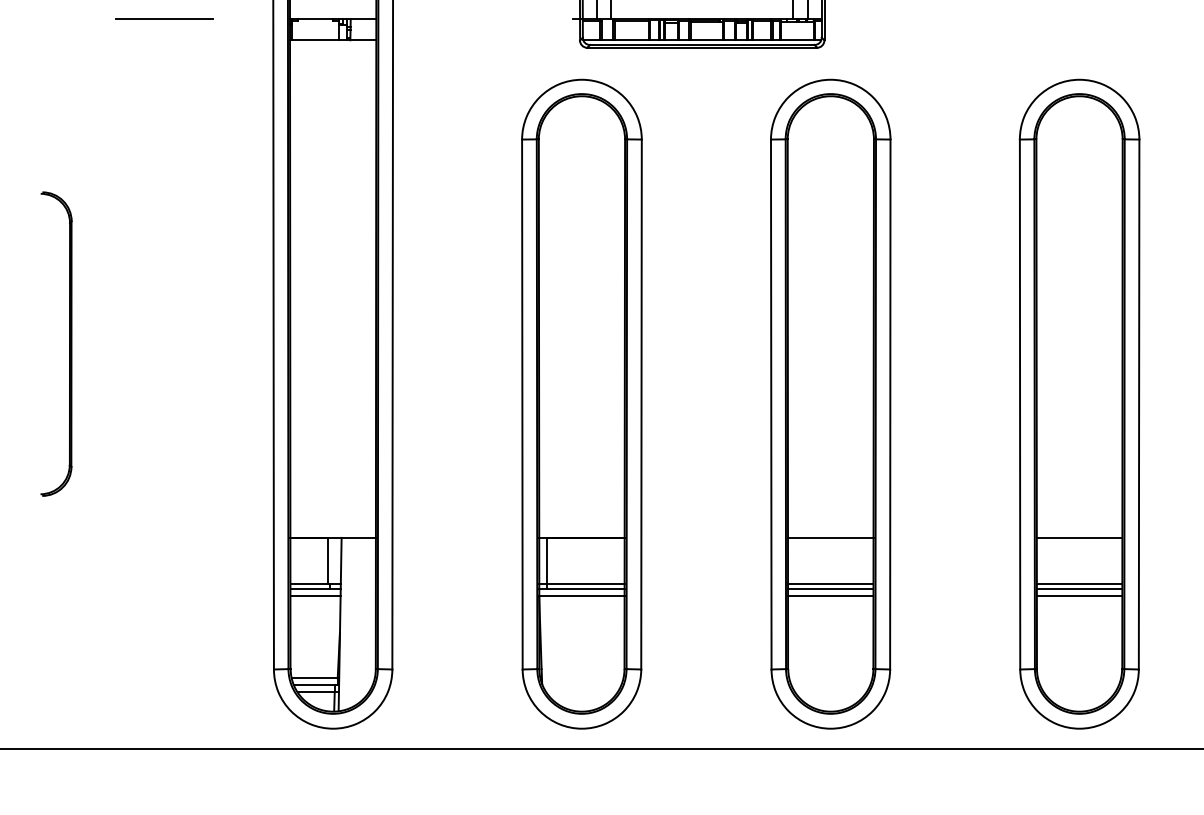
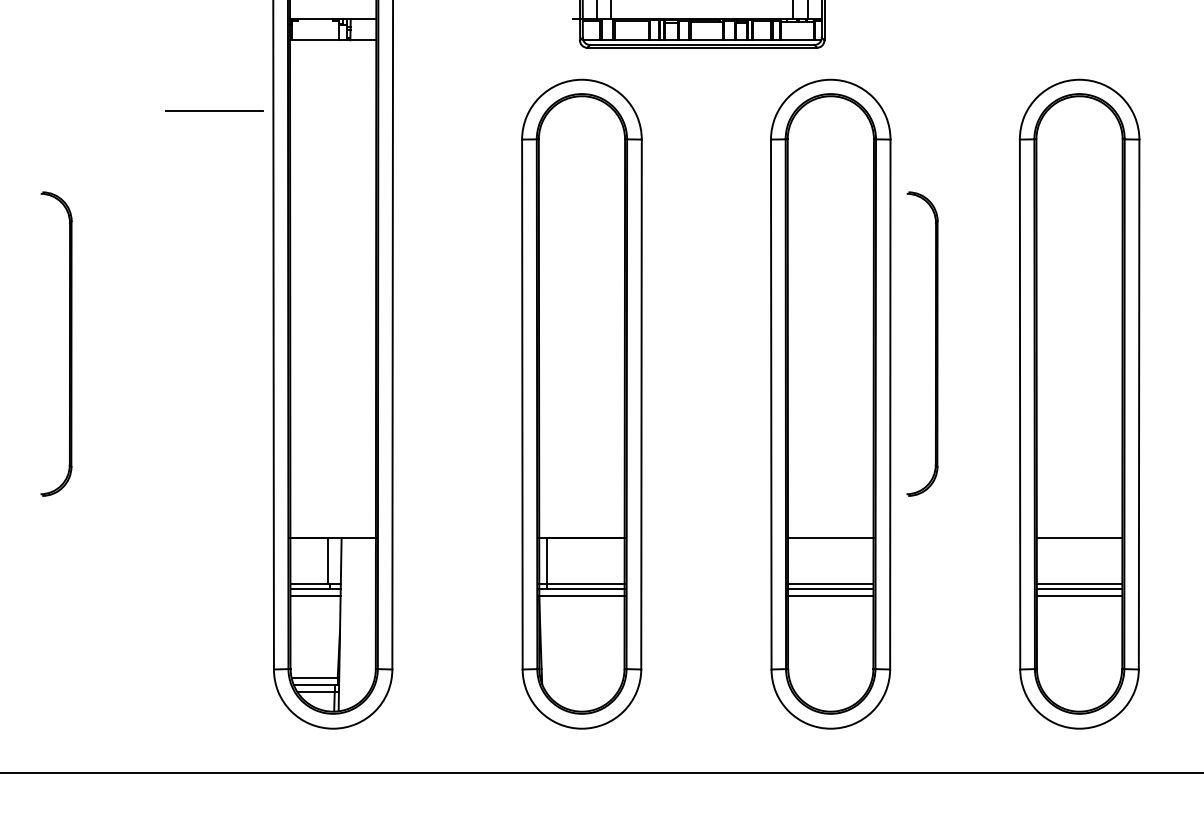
line at (164, 18) position: (164, 18) -> (214, 110)
part at (935, 343): none -> present
line at (601, 749) position: (601, 749) -> (601, 773)
